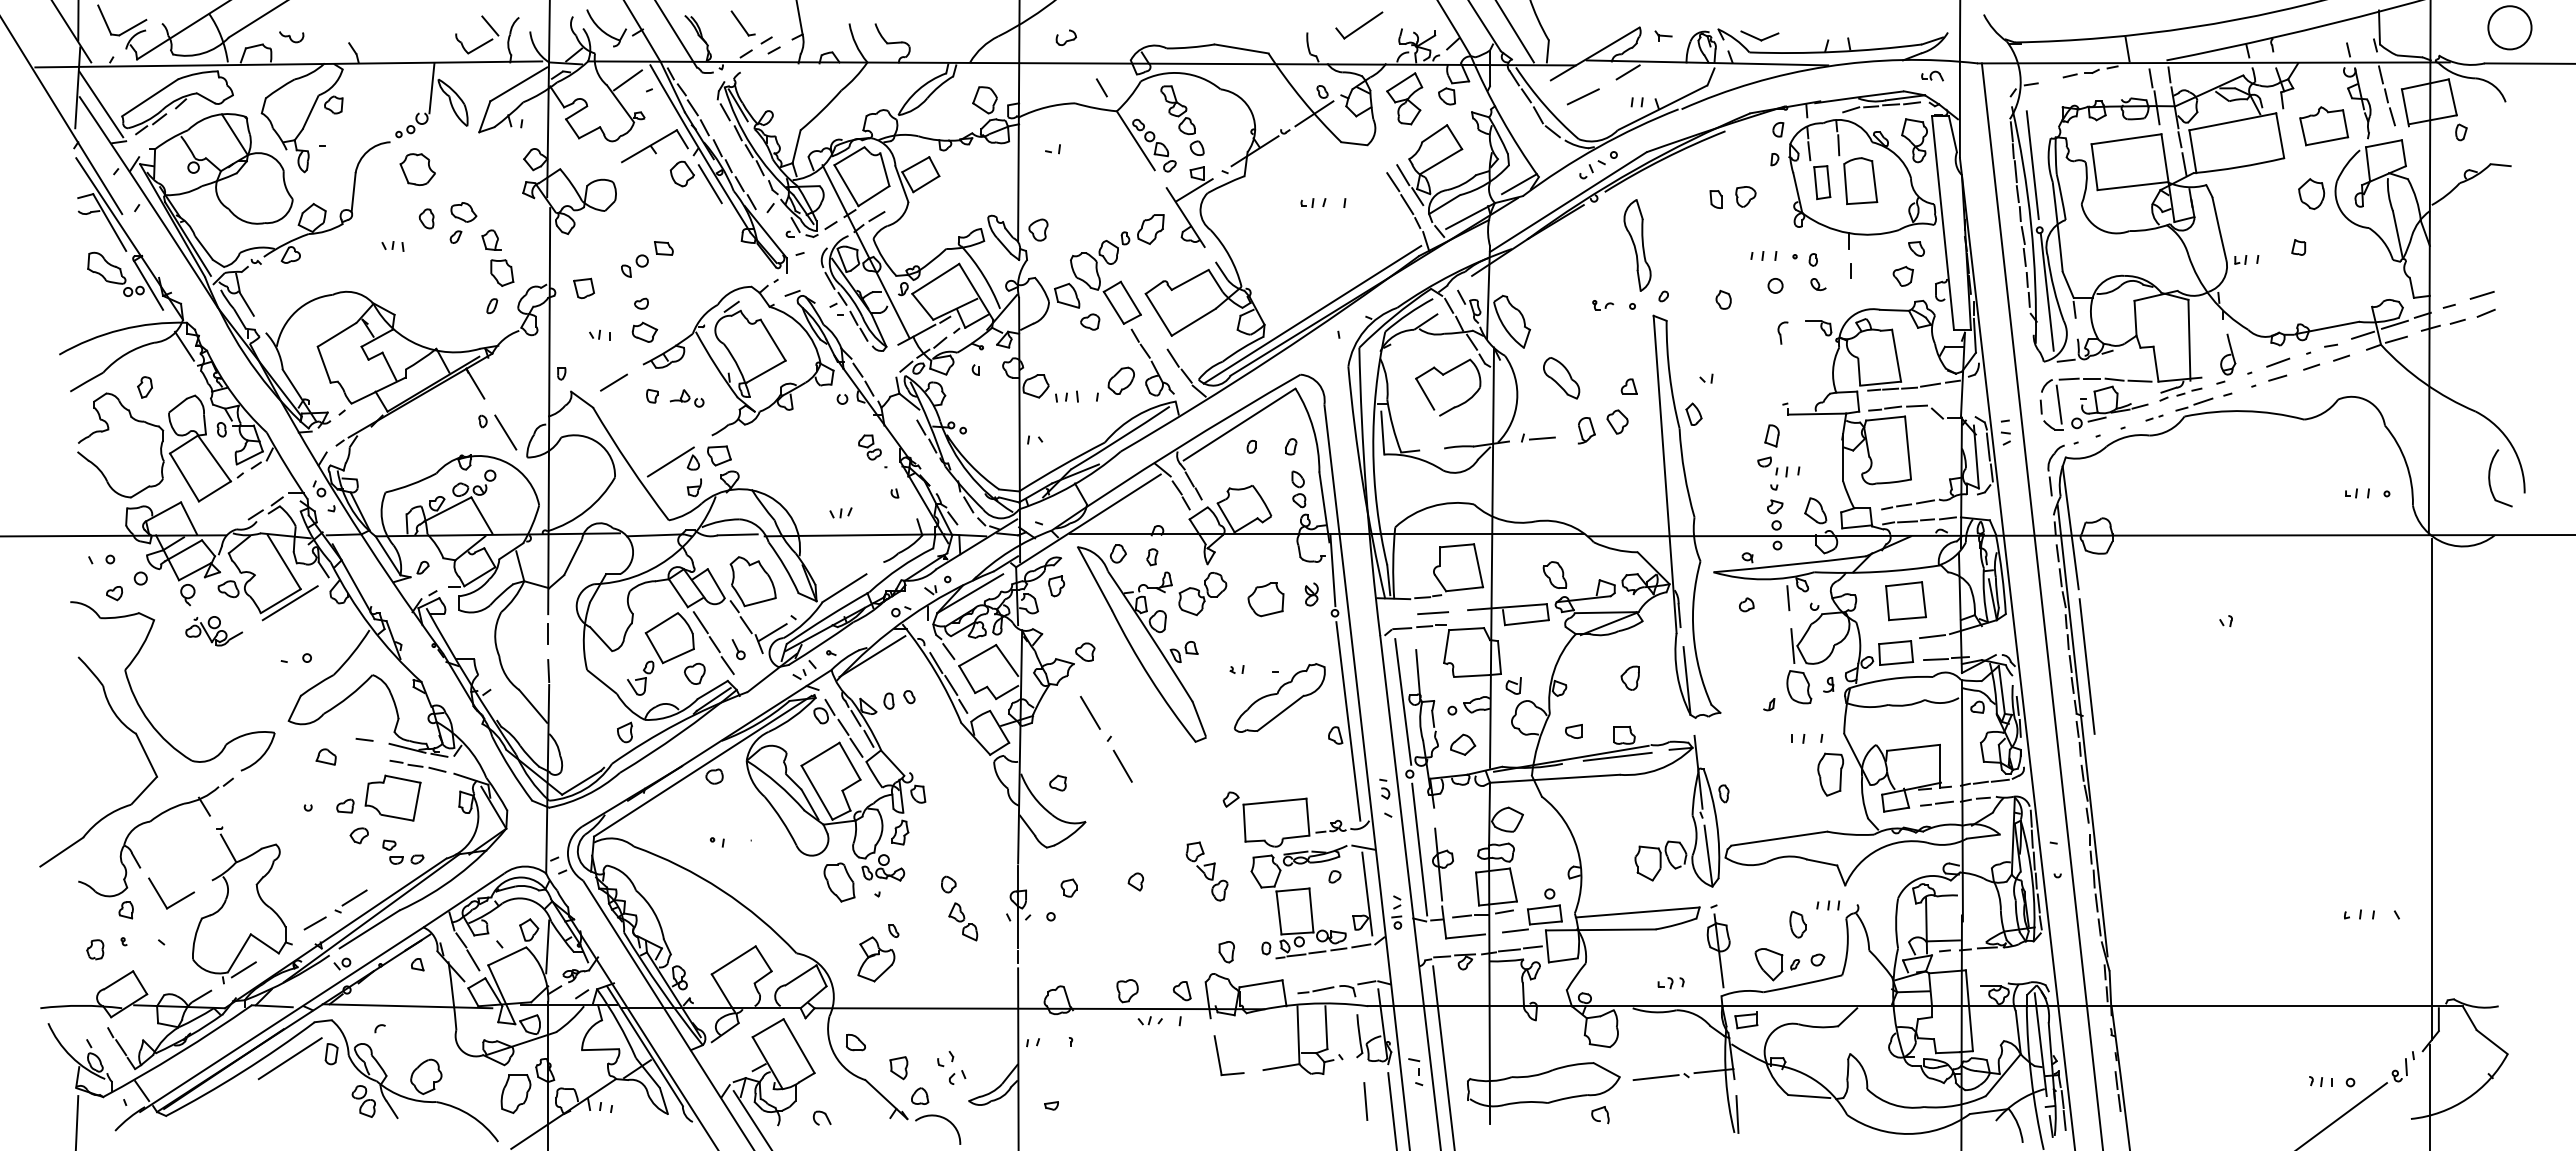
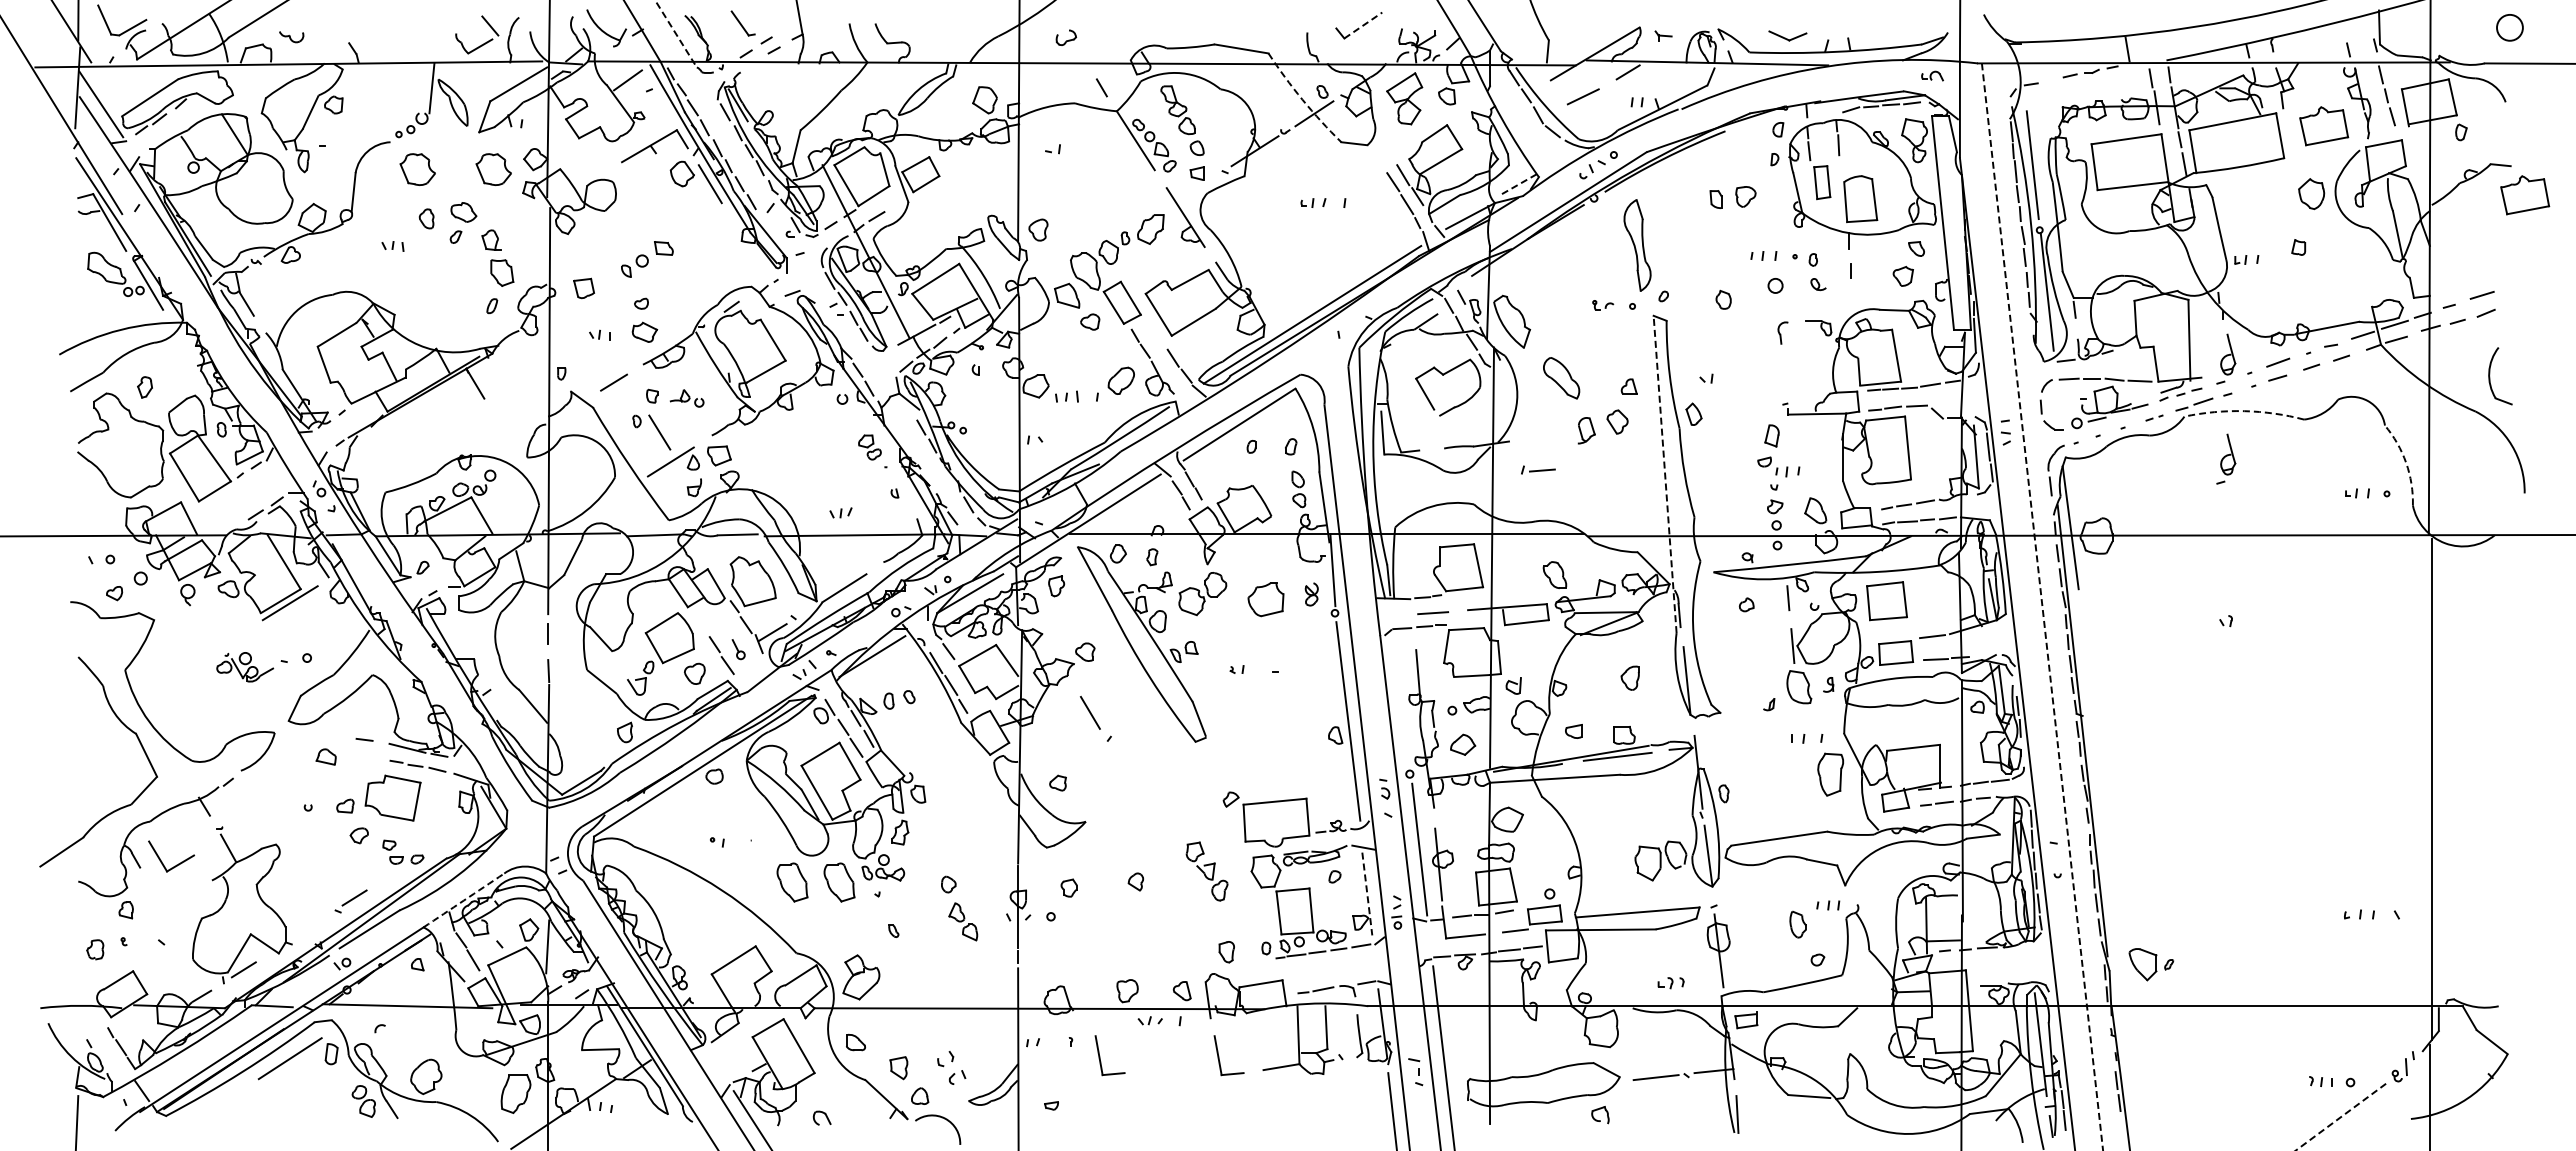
line at (1363, 25): solid -> dashed
circle at (2509, 27) diameter: 43 px -> 26 px
line at (1514, 32): present -> none
line at (676, 34): solid -> dashed
part at (1759, 35) position: (1759, 35) -> (1787, 35)
arc at (1302, 99): solid -> dashed
part at (493, 169): none -> present
part at (1860, 181) position: (1860, 181) -> (1860, 199)
line at (1519, 183): solid -> dashed
line at (1194, 190): present -> none
part at (2525, 195): none -> present
line at (184, 345): present -> none
line at (2058, 404): present -> none
arc at (2244, 411): solid -> dashed
part at (497, 432) position: (497, 432) -> (651, 432)
part at (1538, 437) position: (1538, 437) -> (1538, 469)
part at (2226, 458): none -> present
arc at (2406, 462): solid -> dashed
line at (1665, 473): solid -> dashed
part at (2490, 478) position: (2490, 478) -> (2490, 376)
part at (1905, 601) position: (1905, 601) -> (1886, 601)
line at (2042, 607): solid -> dashed
line at (700, 622): present -> none
part at (214, 631) position: (214, 631) -> (245, 667)
line at (2086, 666): present -> none
part at (1279, 697): present -> none
line at (1403, 701): present -> none
line at (1122, 765): present -> none
part at (792, 882): none -> present
line at (1367, 894): solid -> dashed
arc at (463, 900): solid -> dashed
part at (176, 901) position: (176, 901) -> (176, 864)
line at (314, 923): present -> none
part at (876, 959) position: (876, 959) -> (861, 977)
part at (1777, 964) position: (1777, 964) -> (2151, 964)
part at (1100, 1056): none -> present
line at (1365, 1101): present -> none
line at (2341, 1116): solid -> dashed
